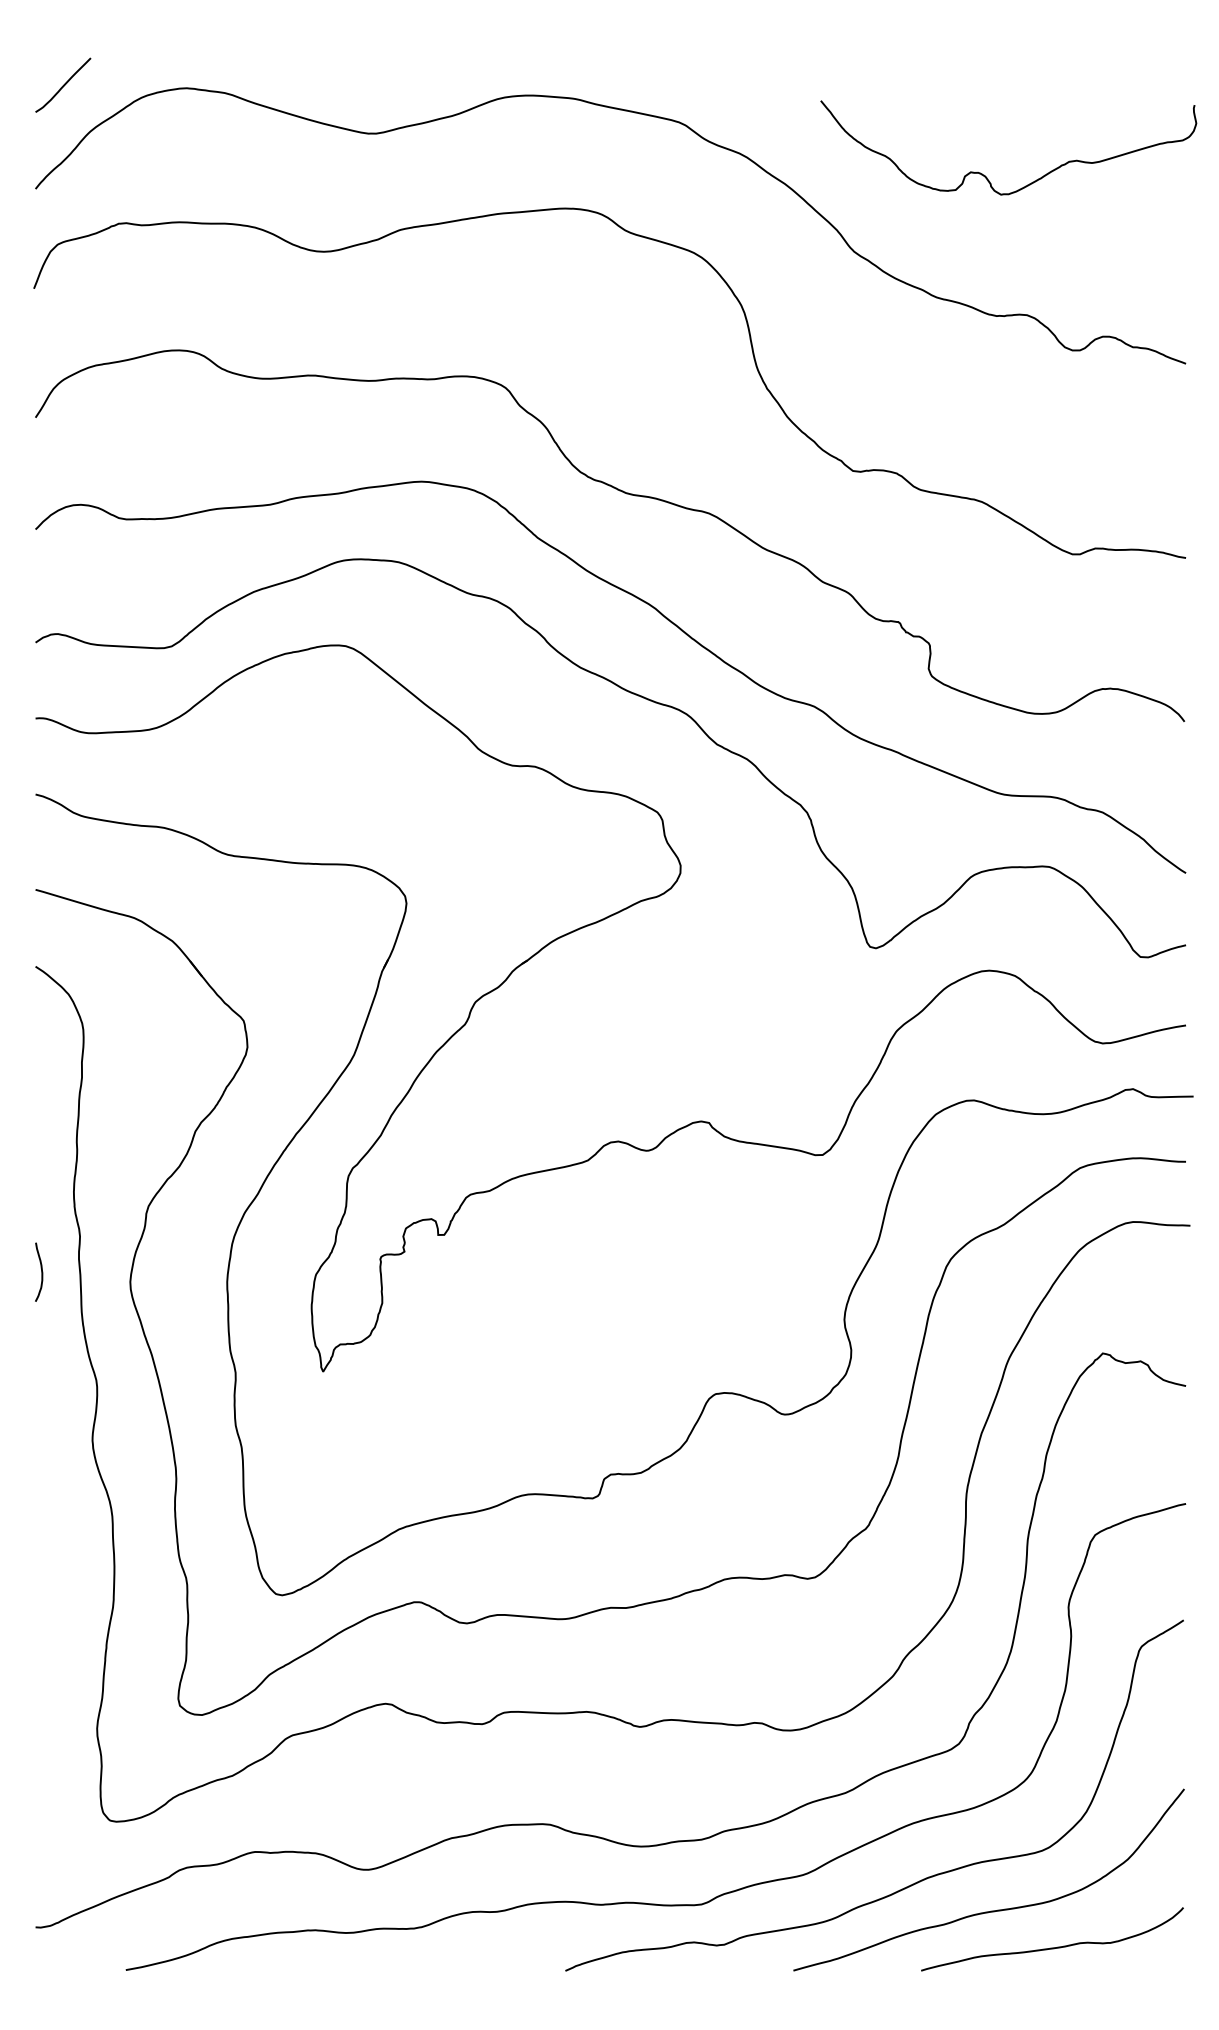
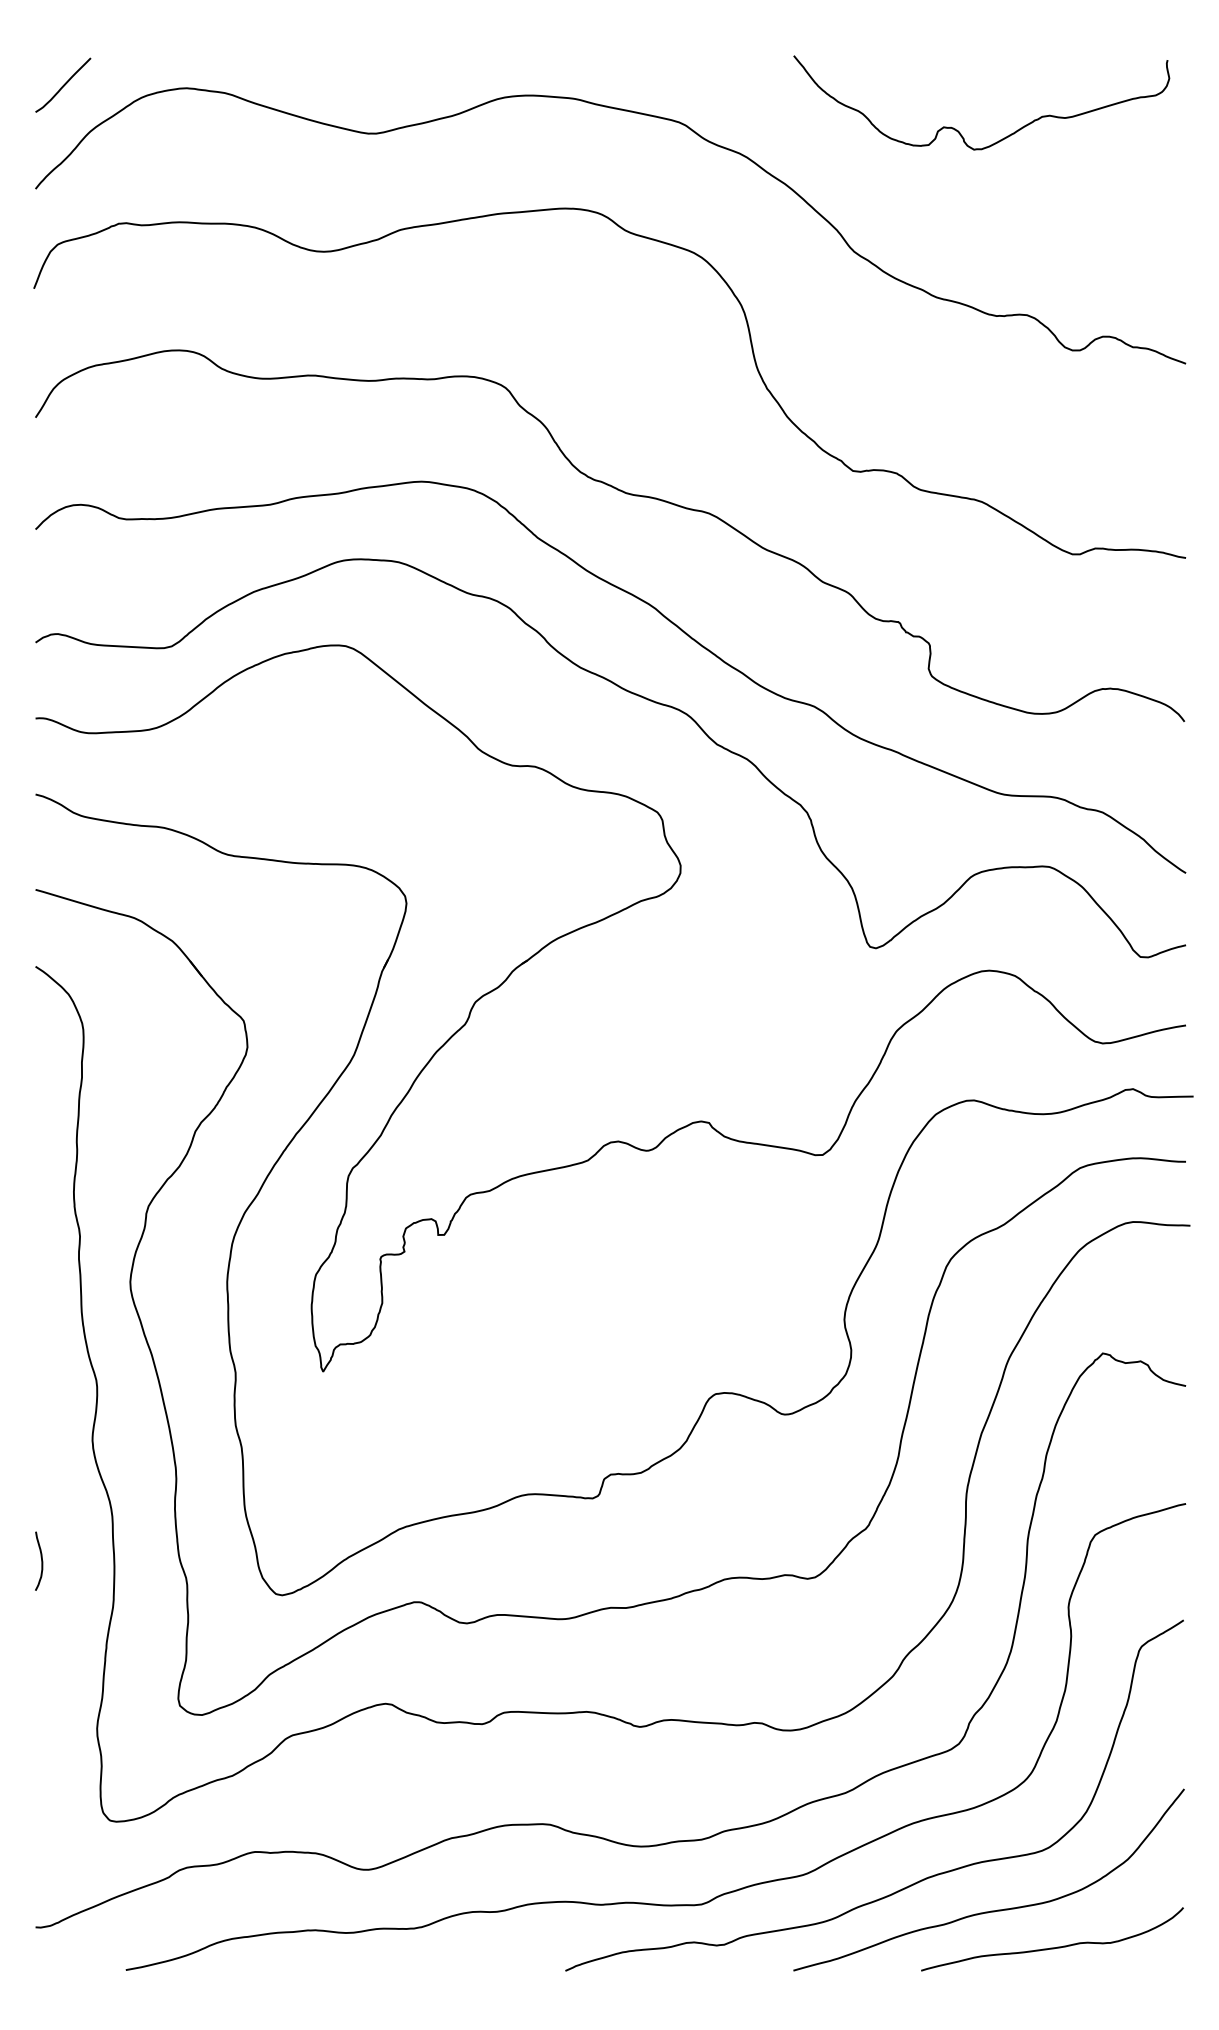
curve at (984, 174) position: (984, 174) -> (957, 129)
curve at (41, 1271) position: (41, 1271) -> (41, 1560)
